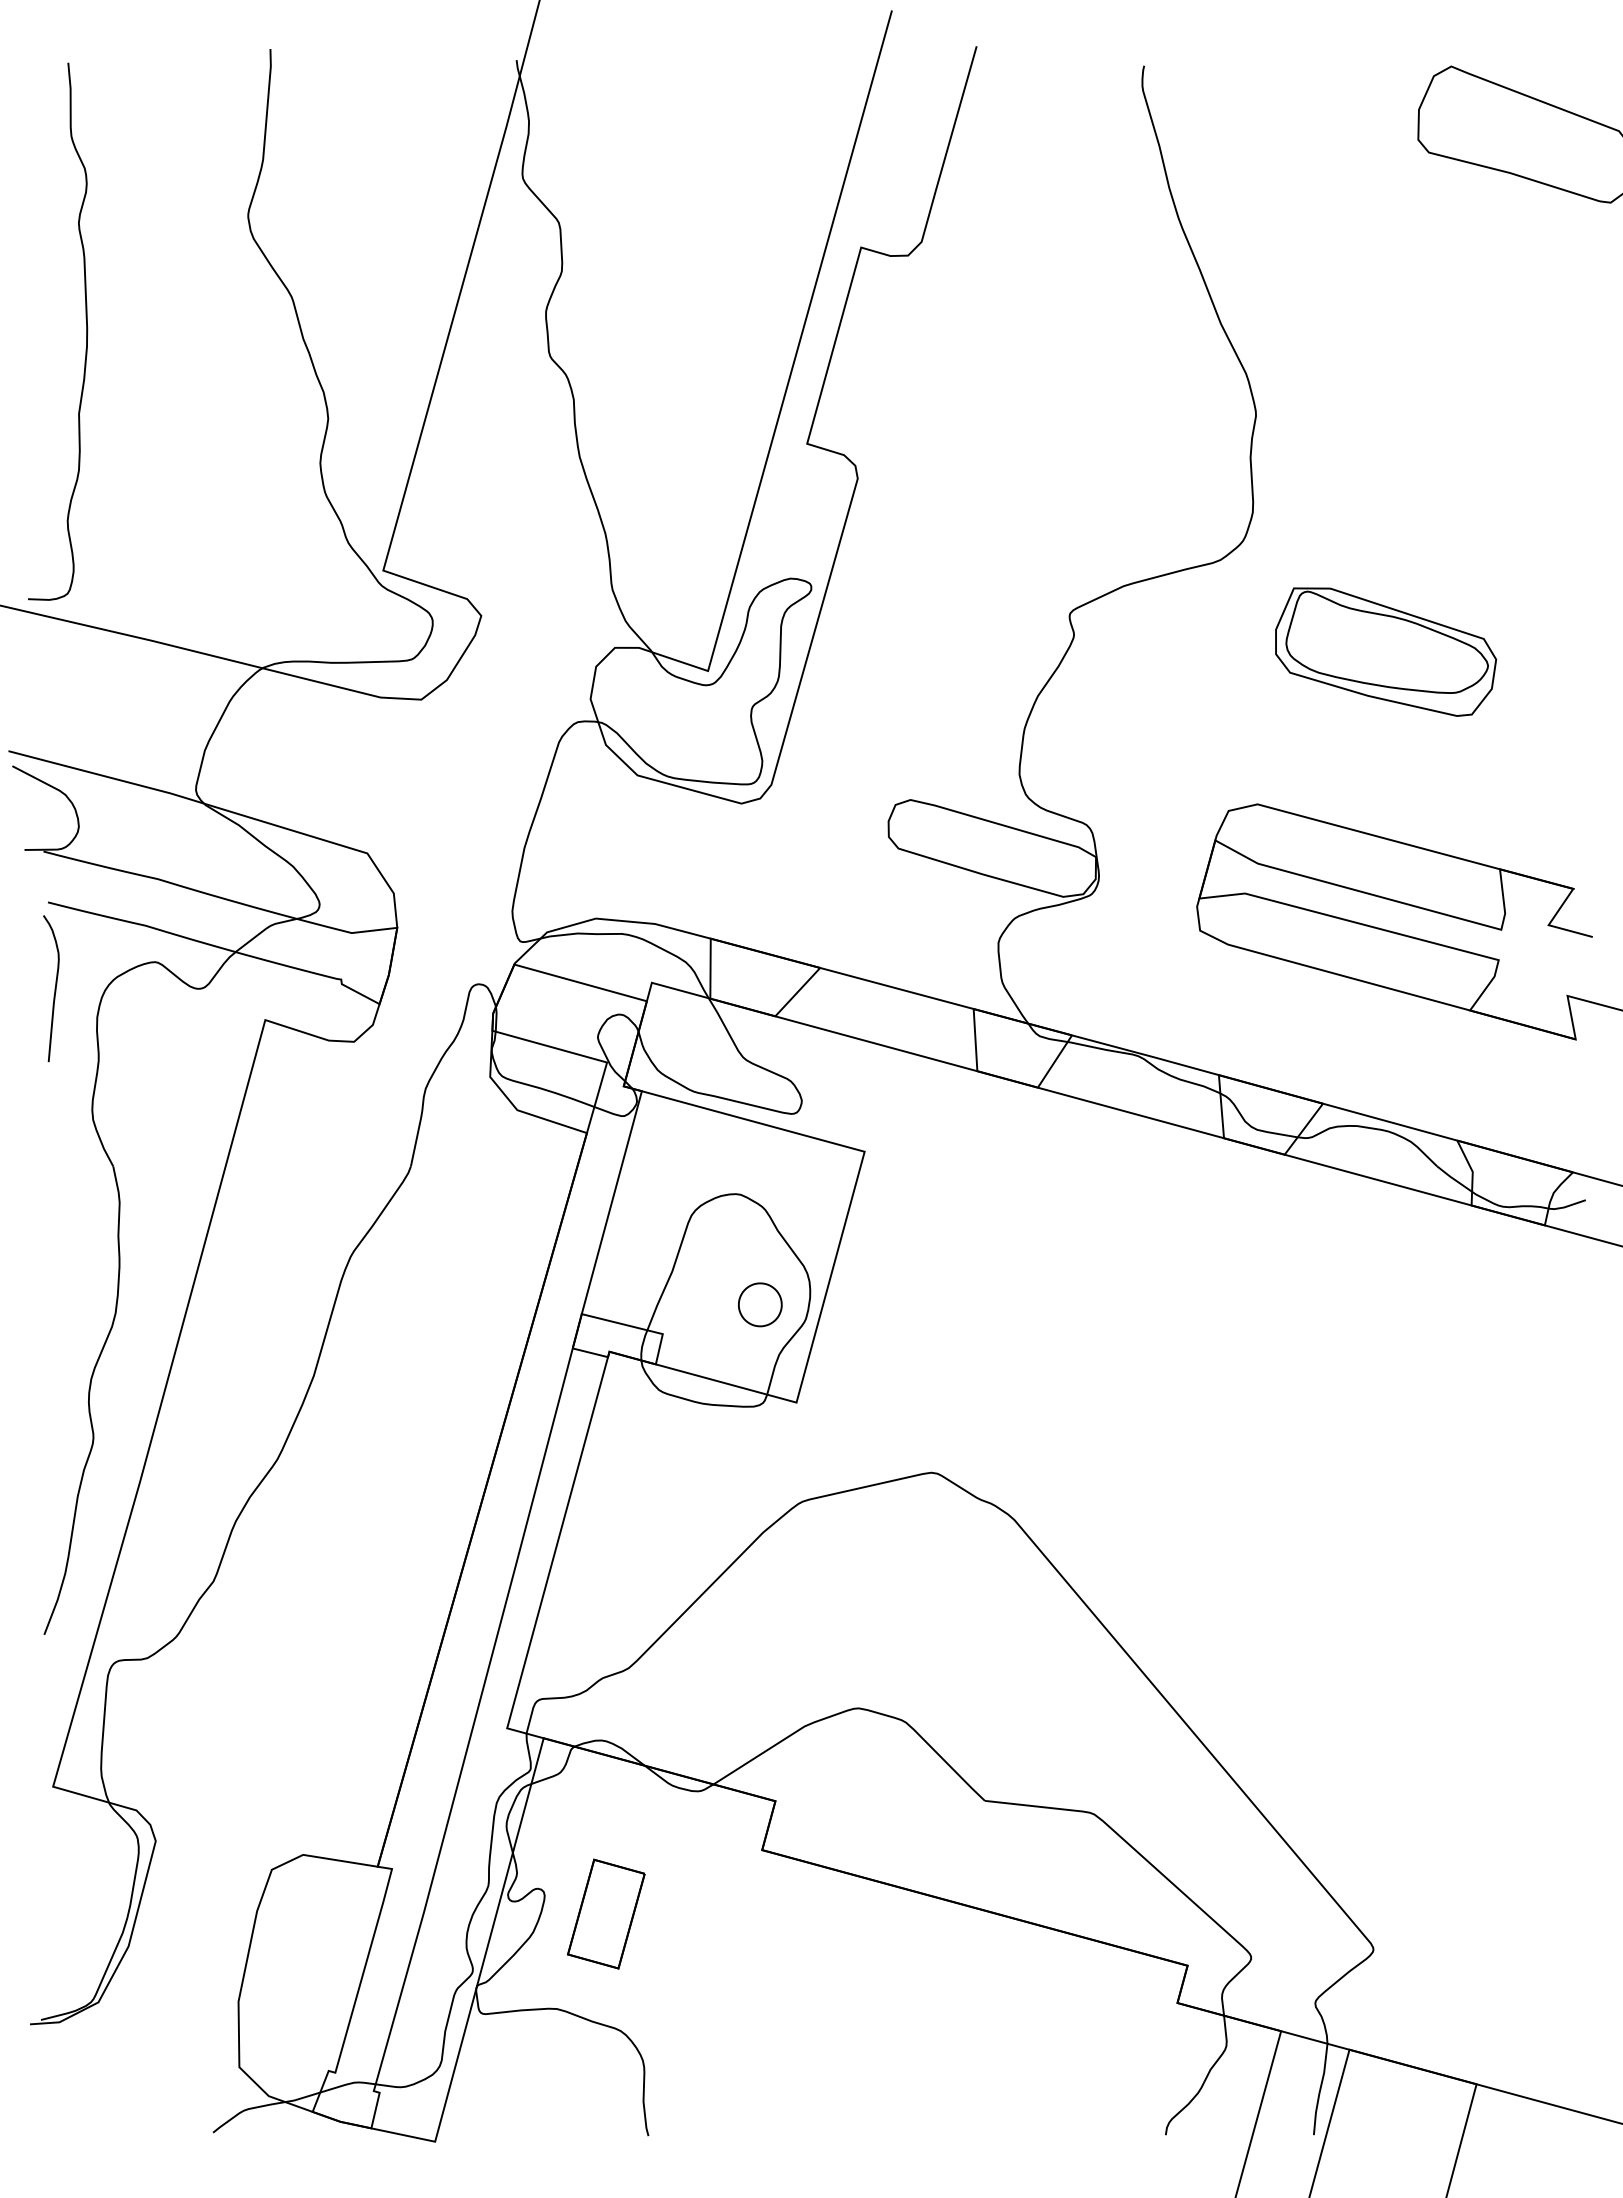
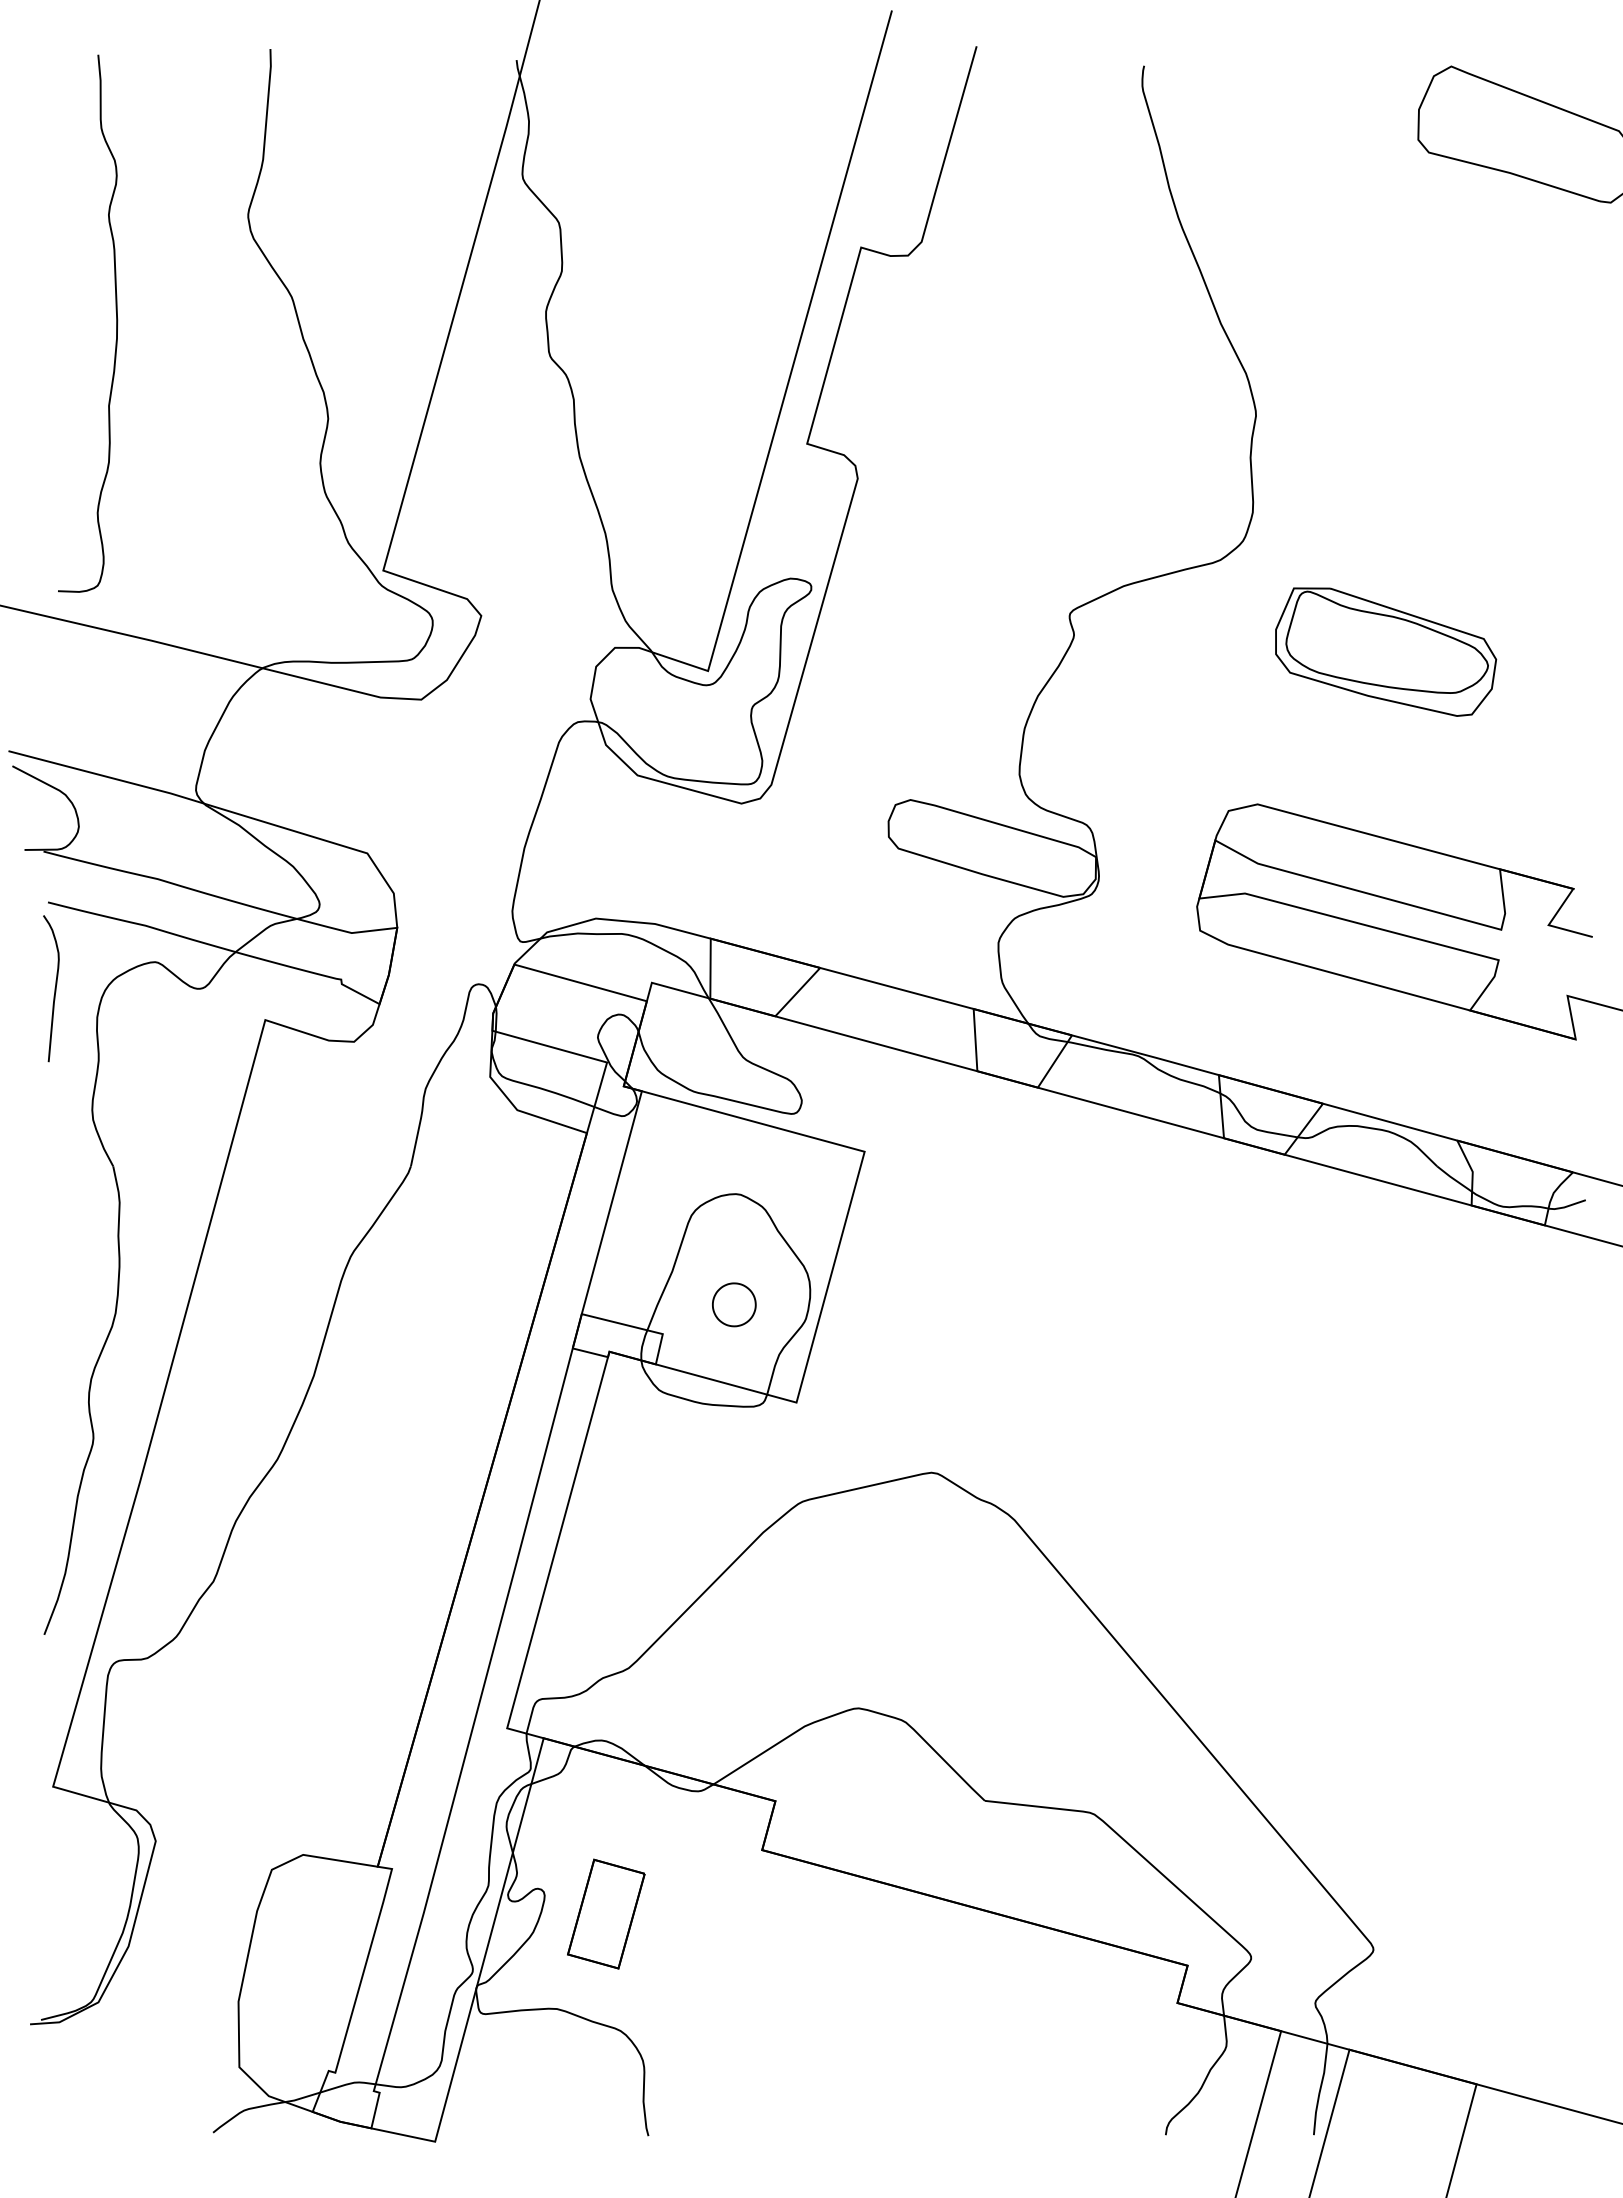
curve at (86, 331) position: (86, 331) -> (116, 323)
part at (760, 1304) position: (760, 1304) -> (734, 1304)
